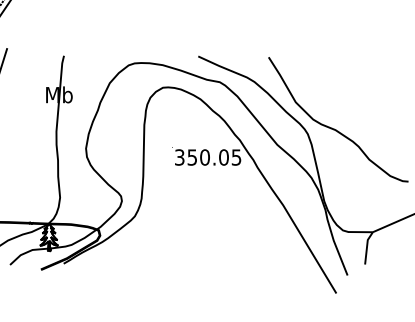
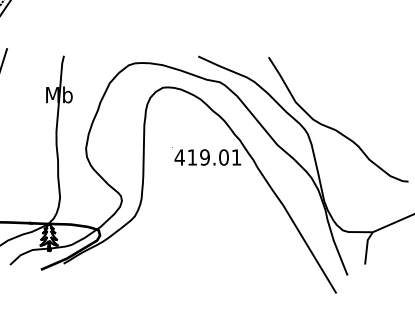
text at (207, 157): 350.05 -> 419.01
